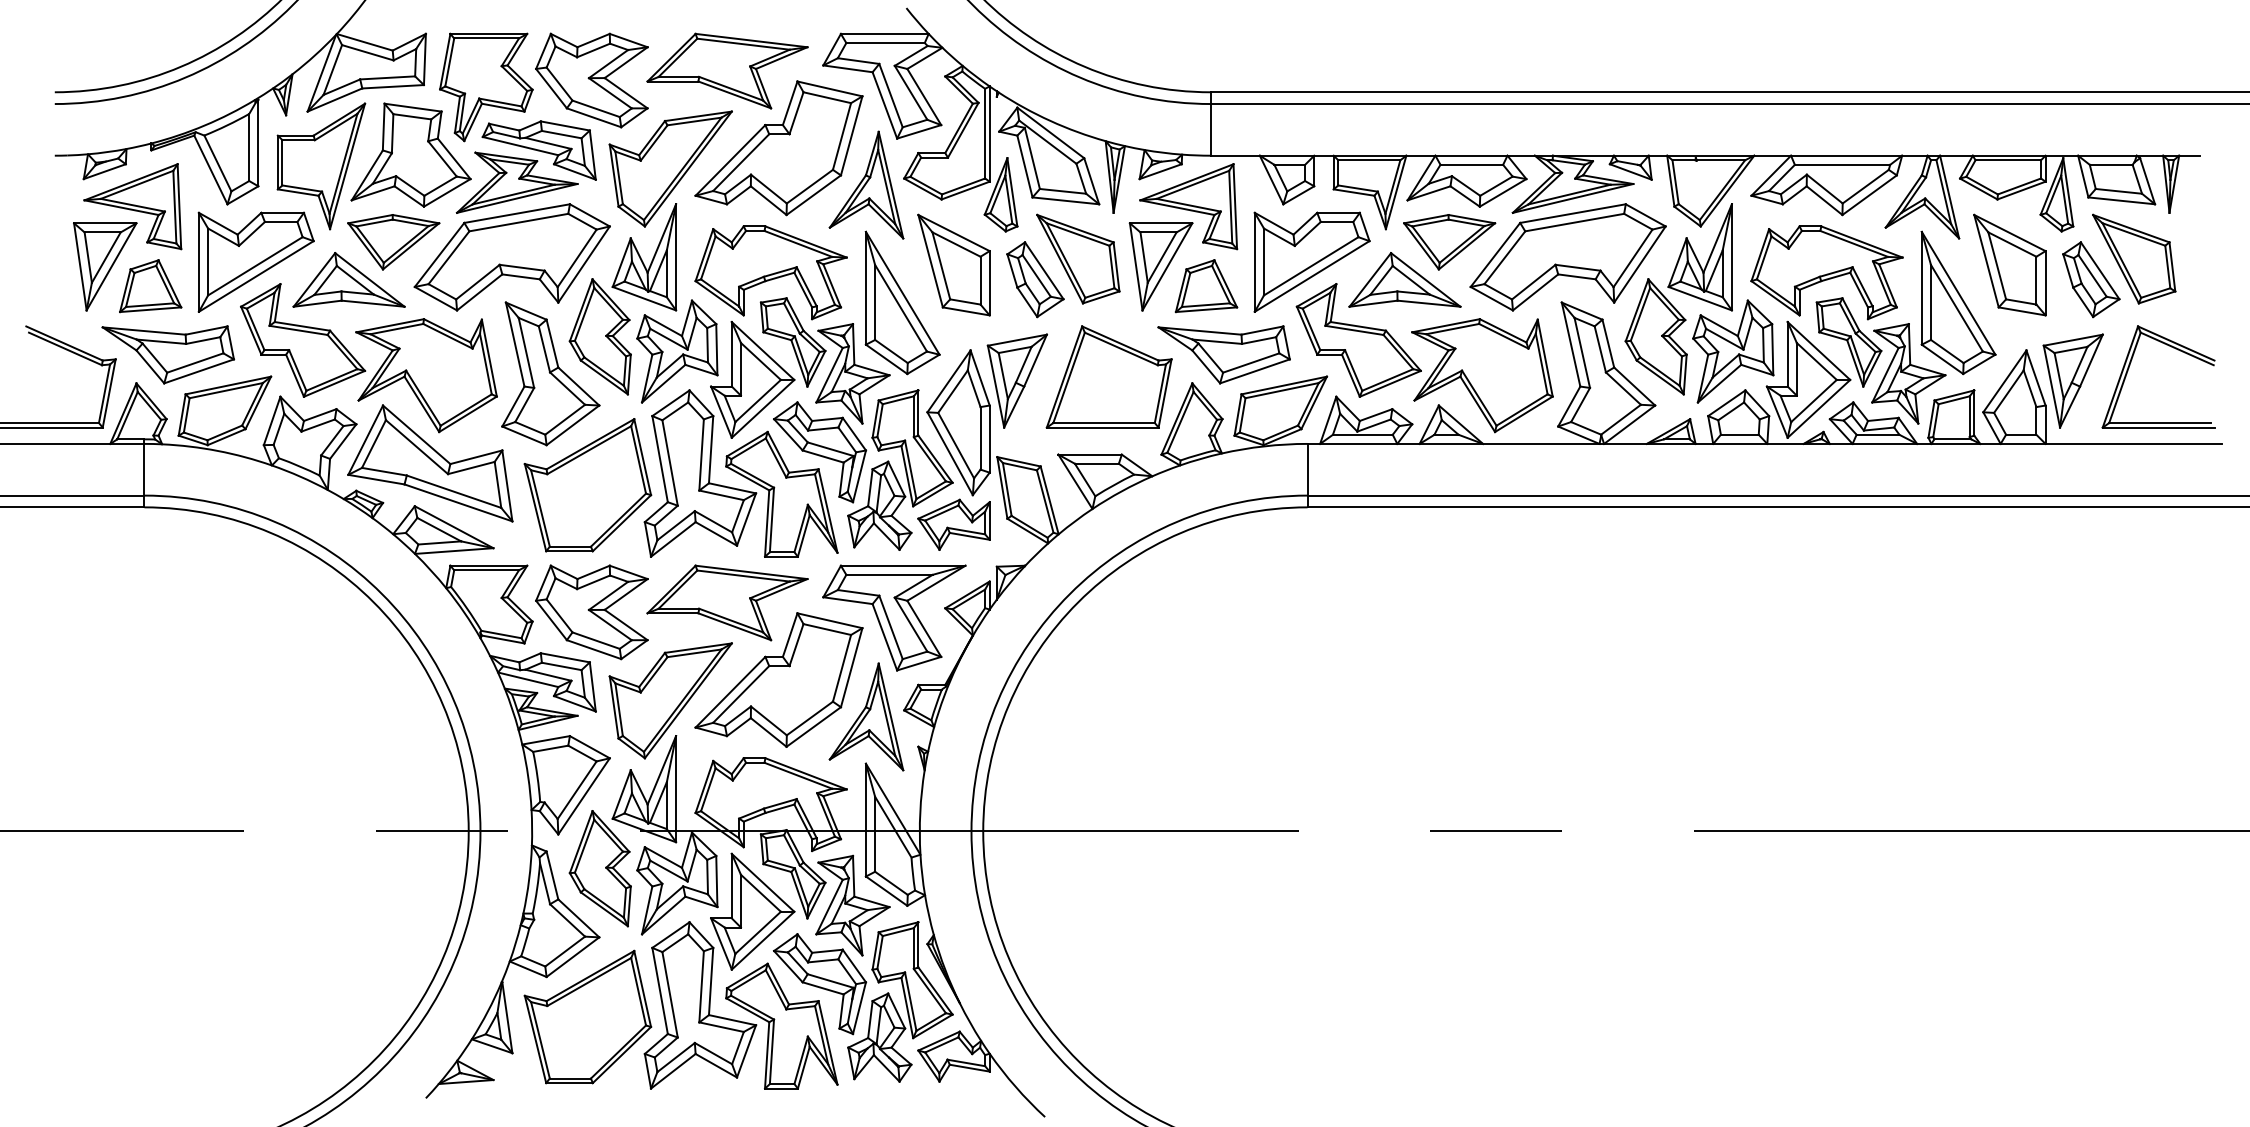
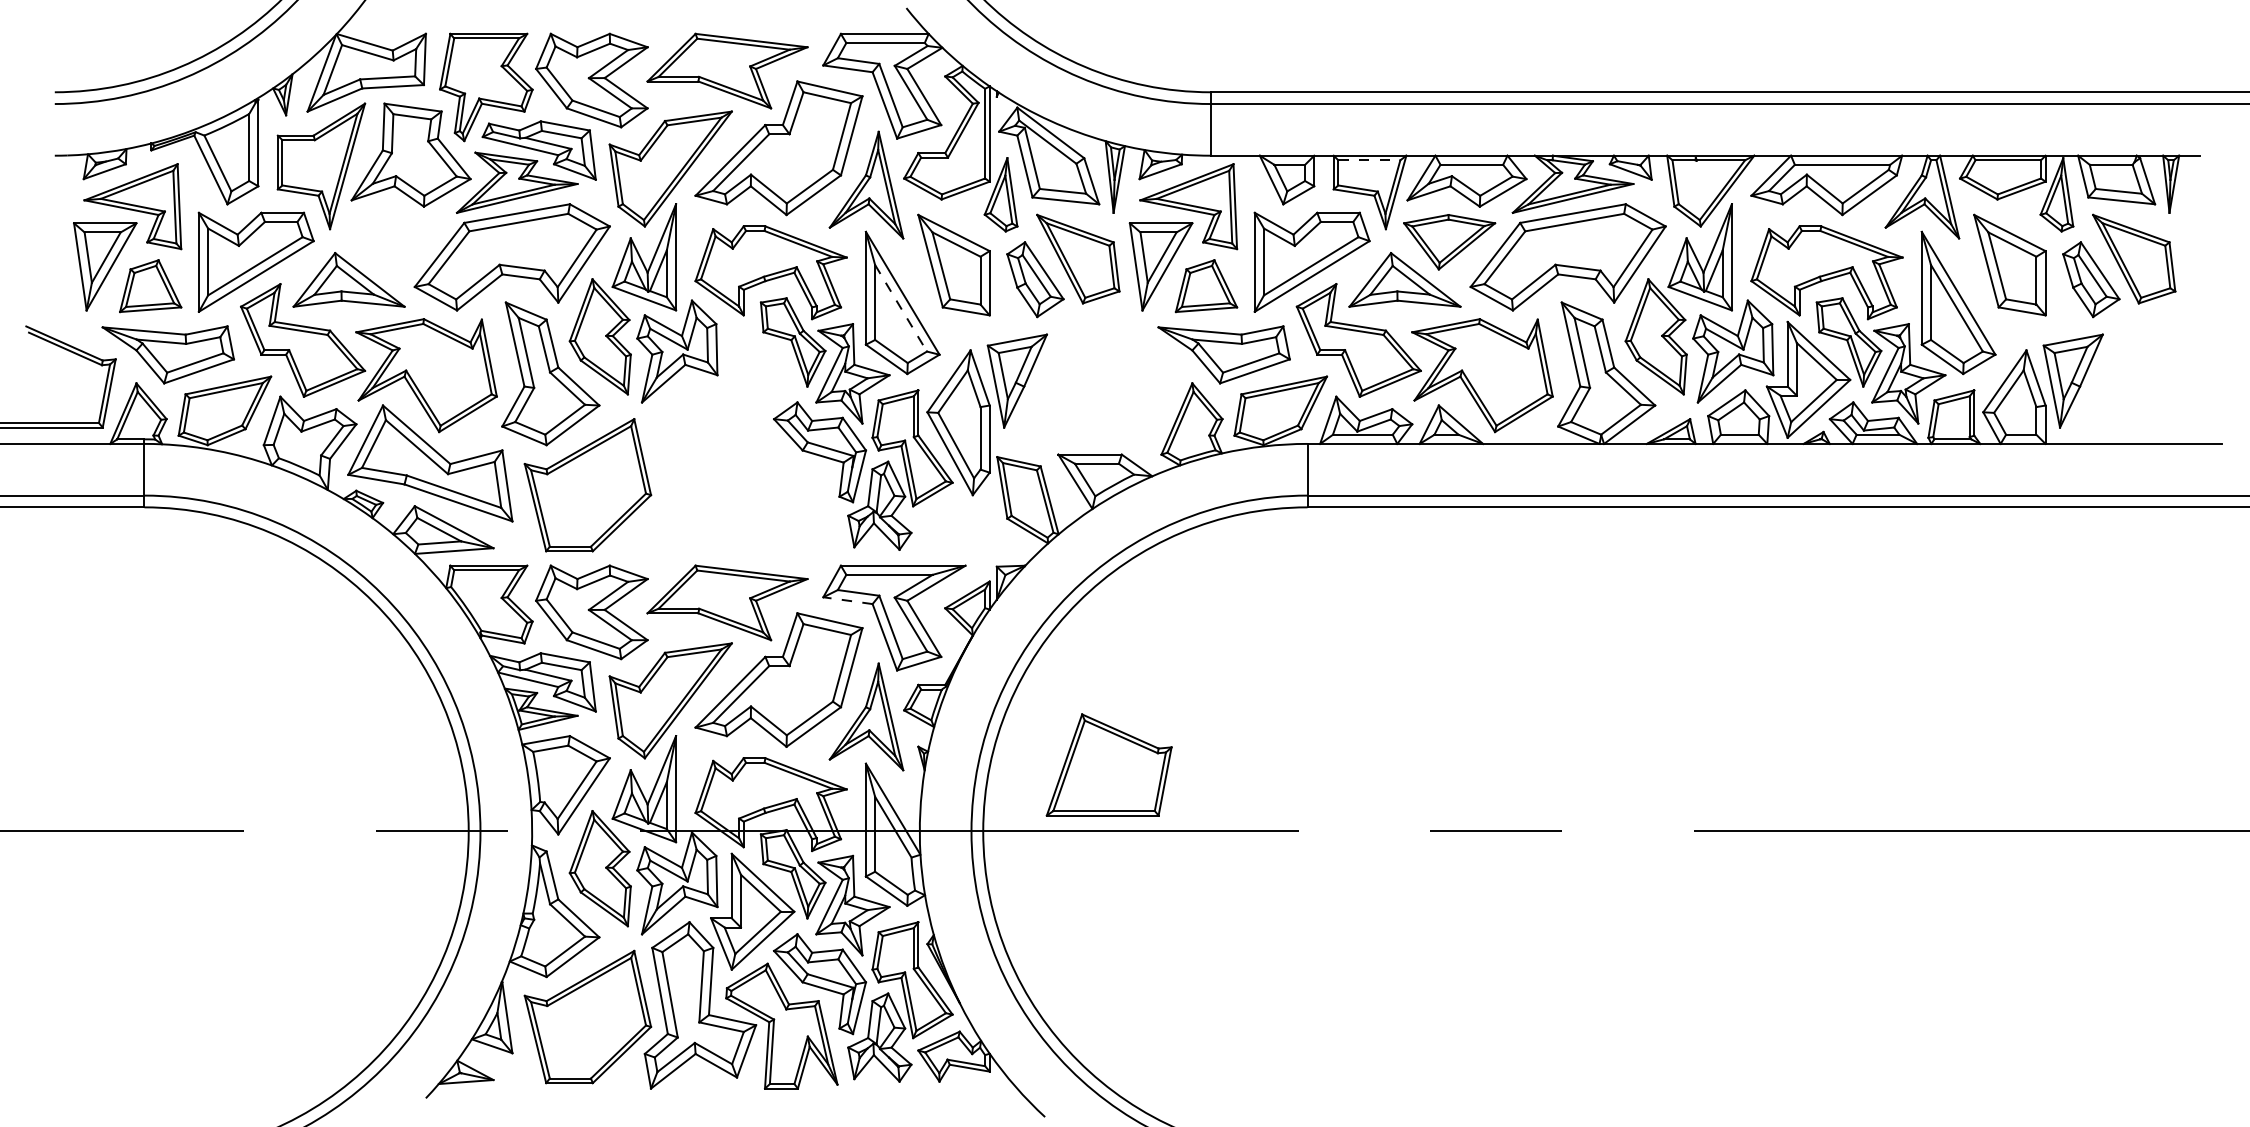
line at (1369, 160): solid -> dashed
part at (393, 242): present -> none
line at (901, 308): solid -> dashed
part at (2130, 365): present -> none
part at (1108, 376) position: (1108, 376) -> (1108, 764)
part at (736, 434): present -> none
part at (953, 524): present -> none
line at (847, 600): solid -> dashed
